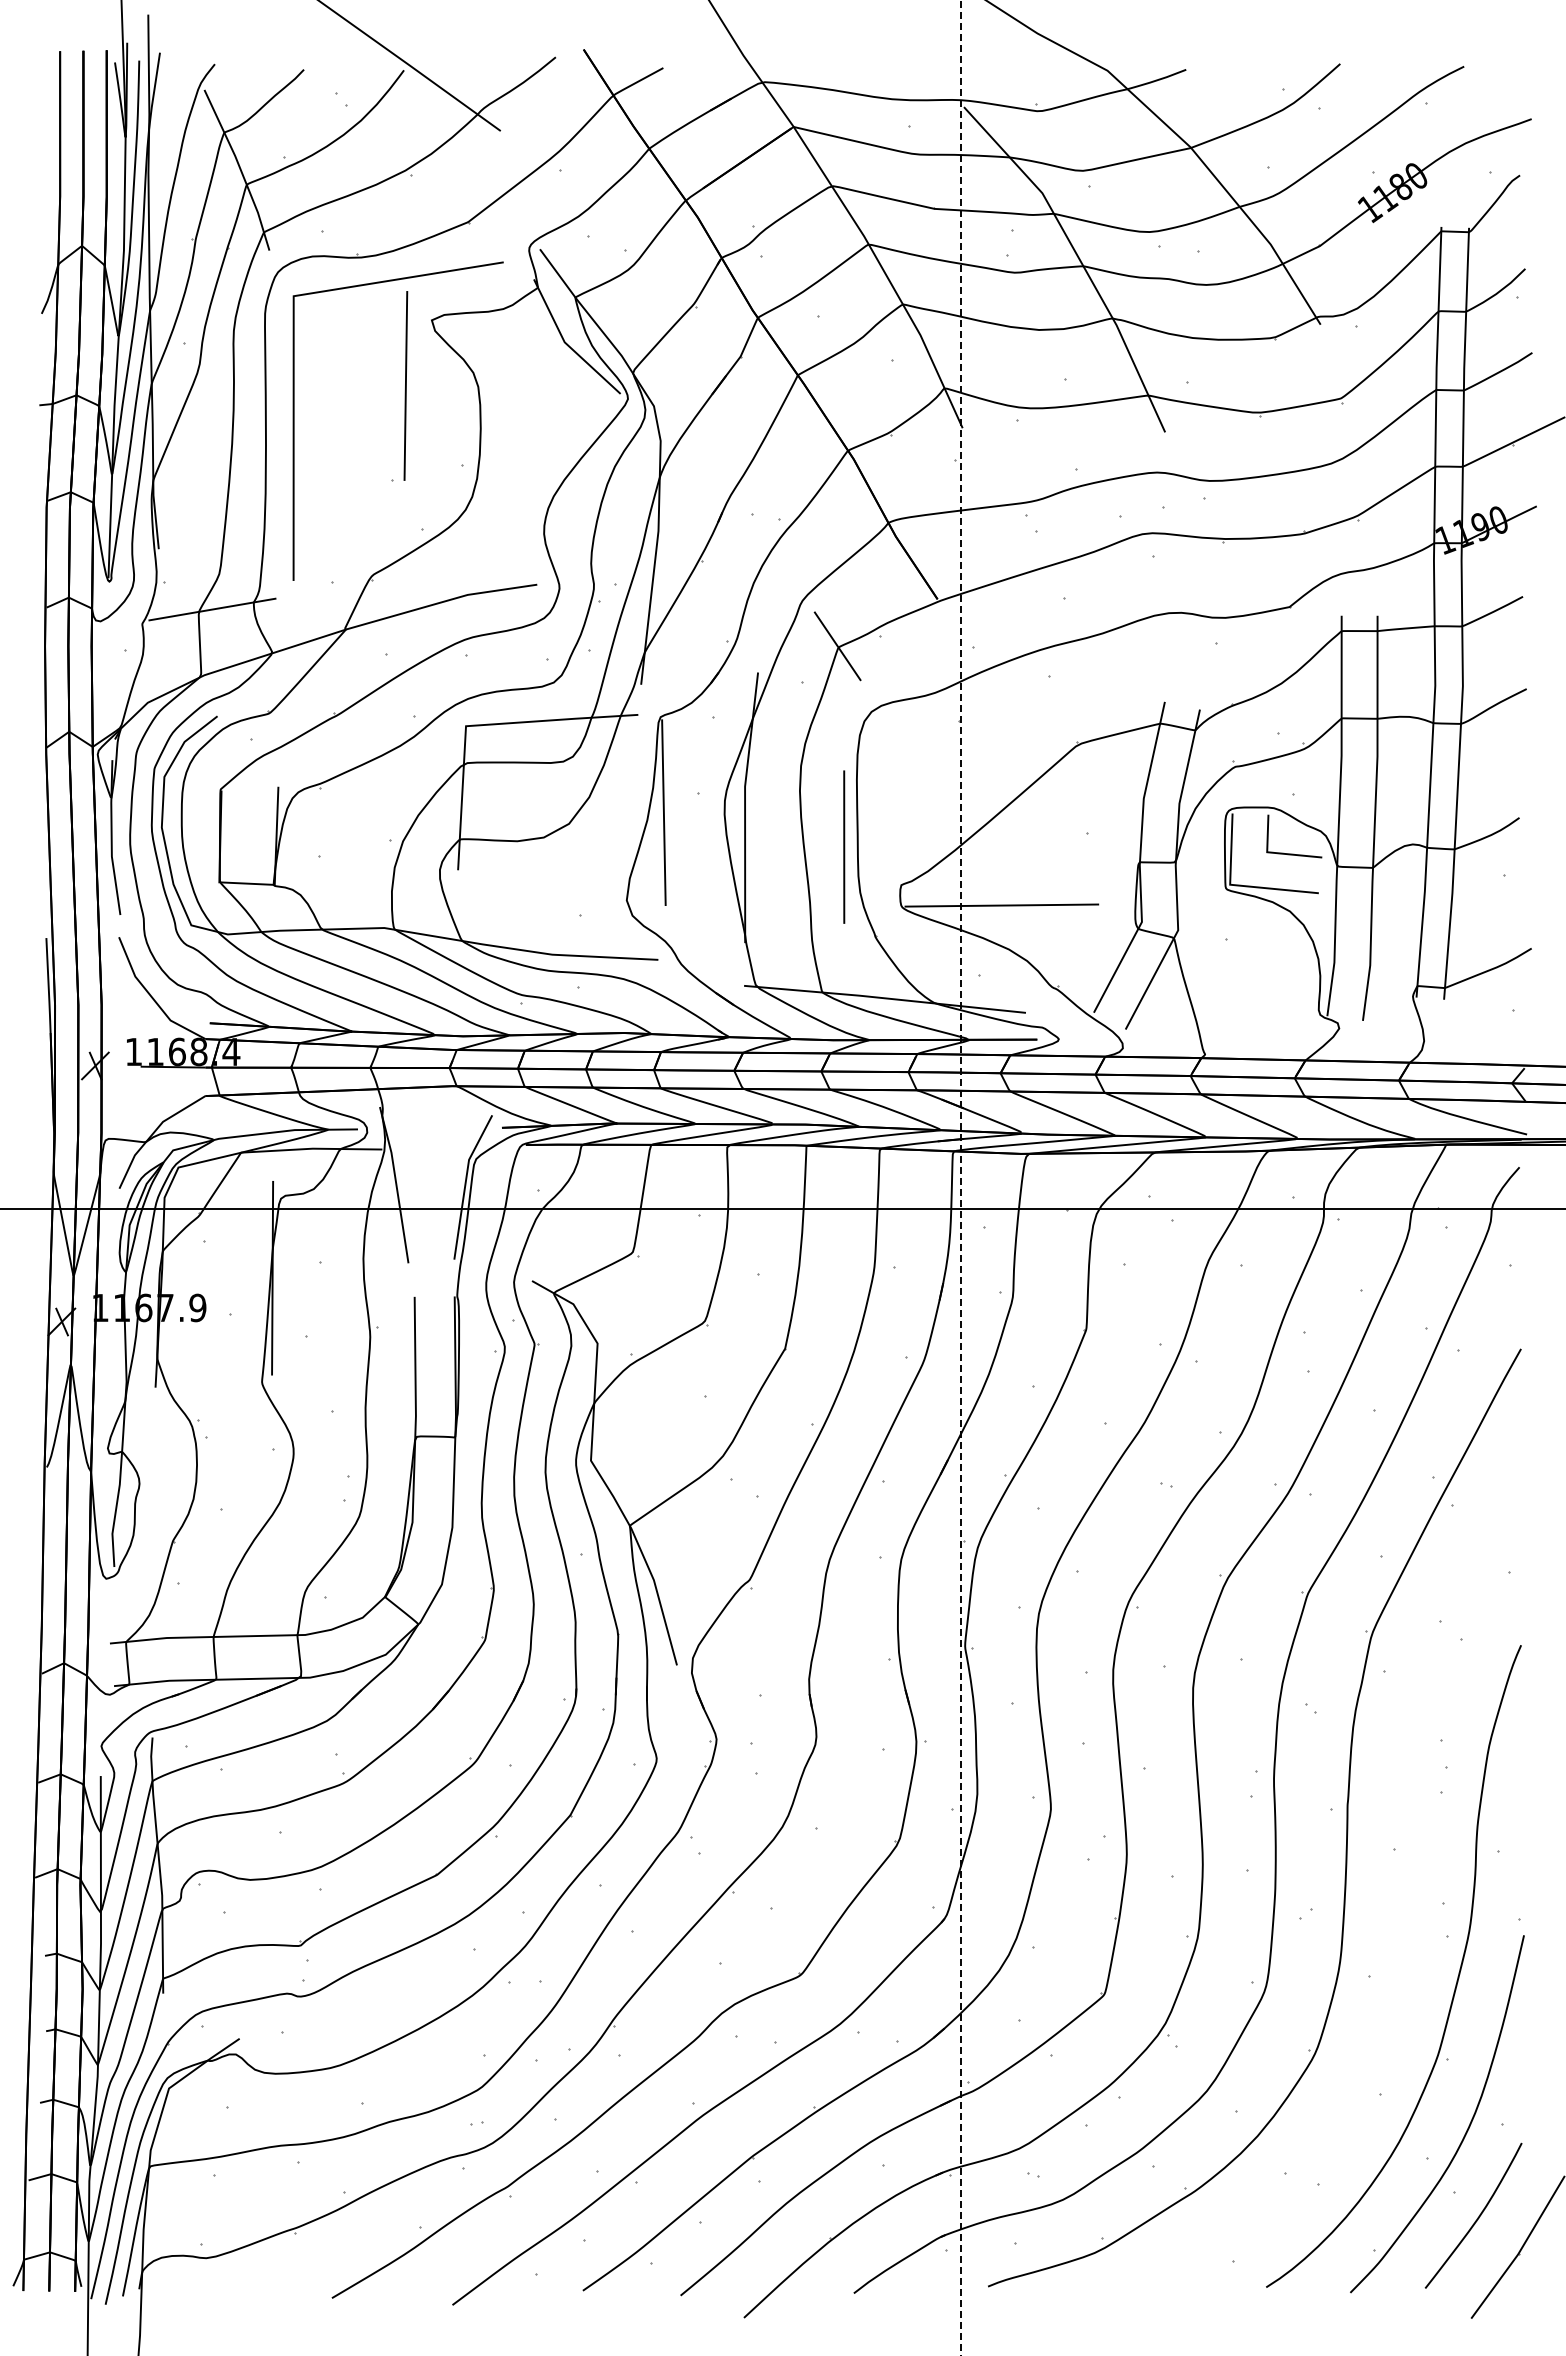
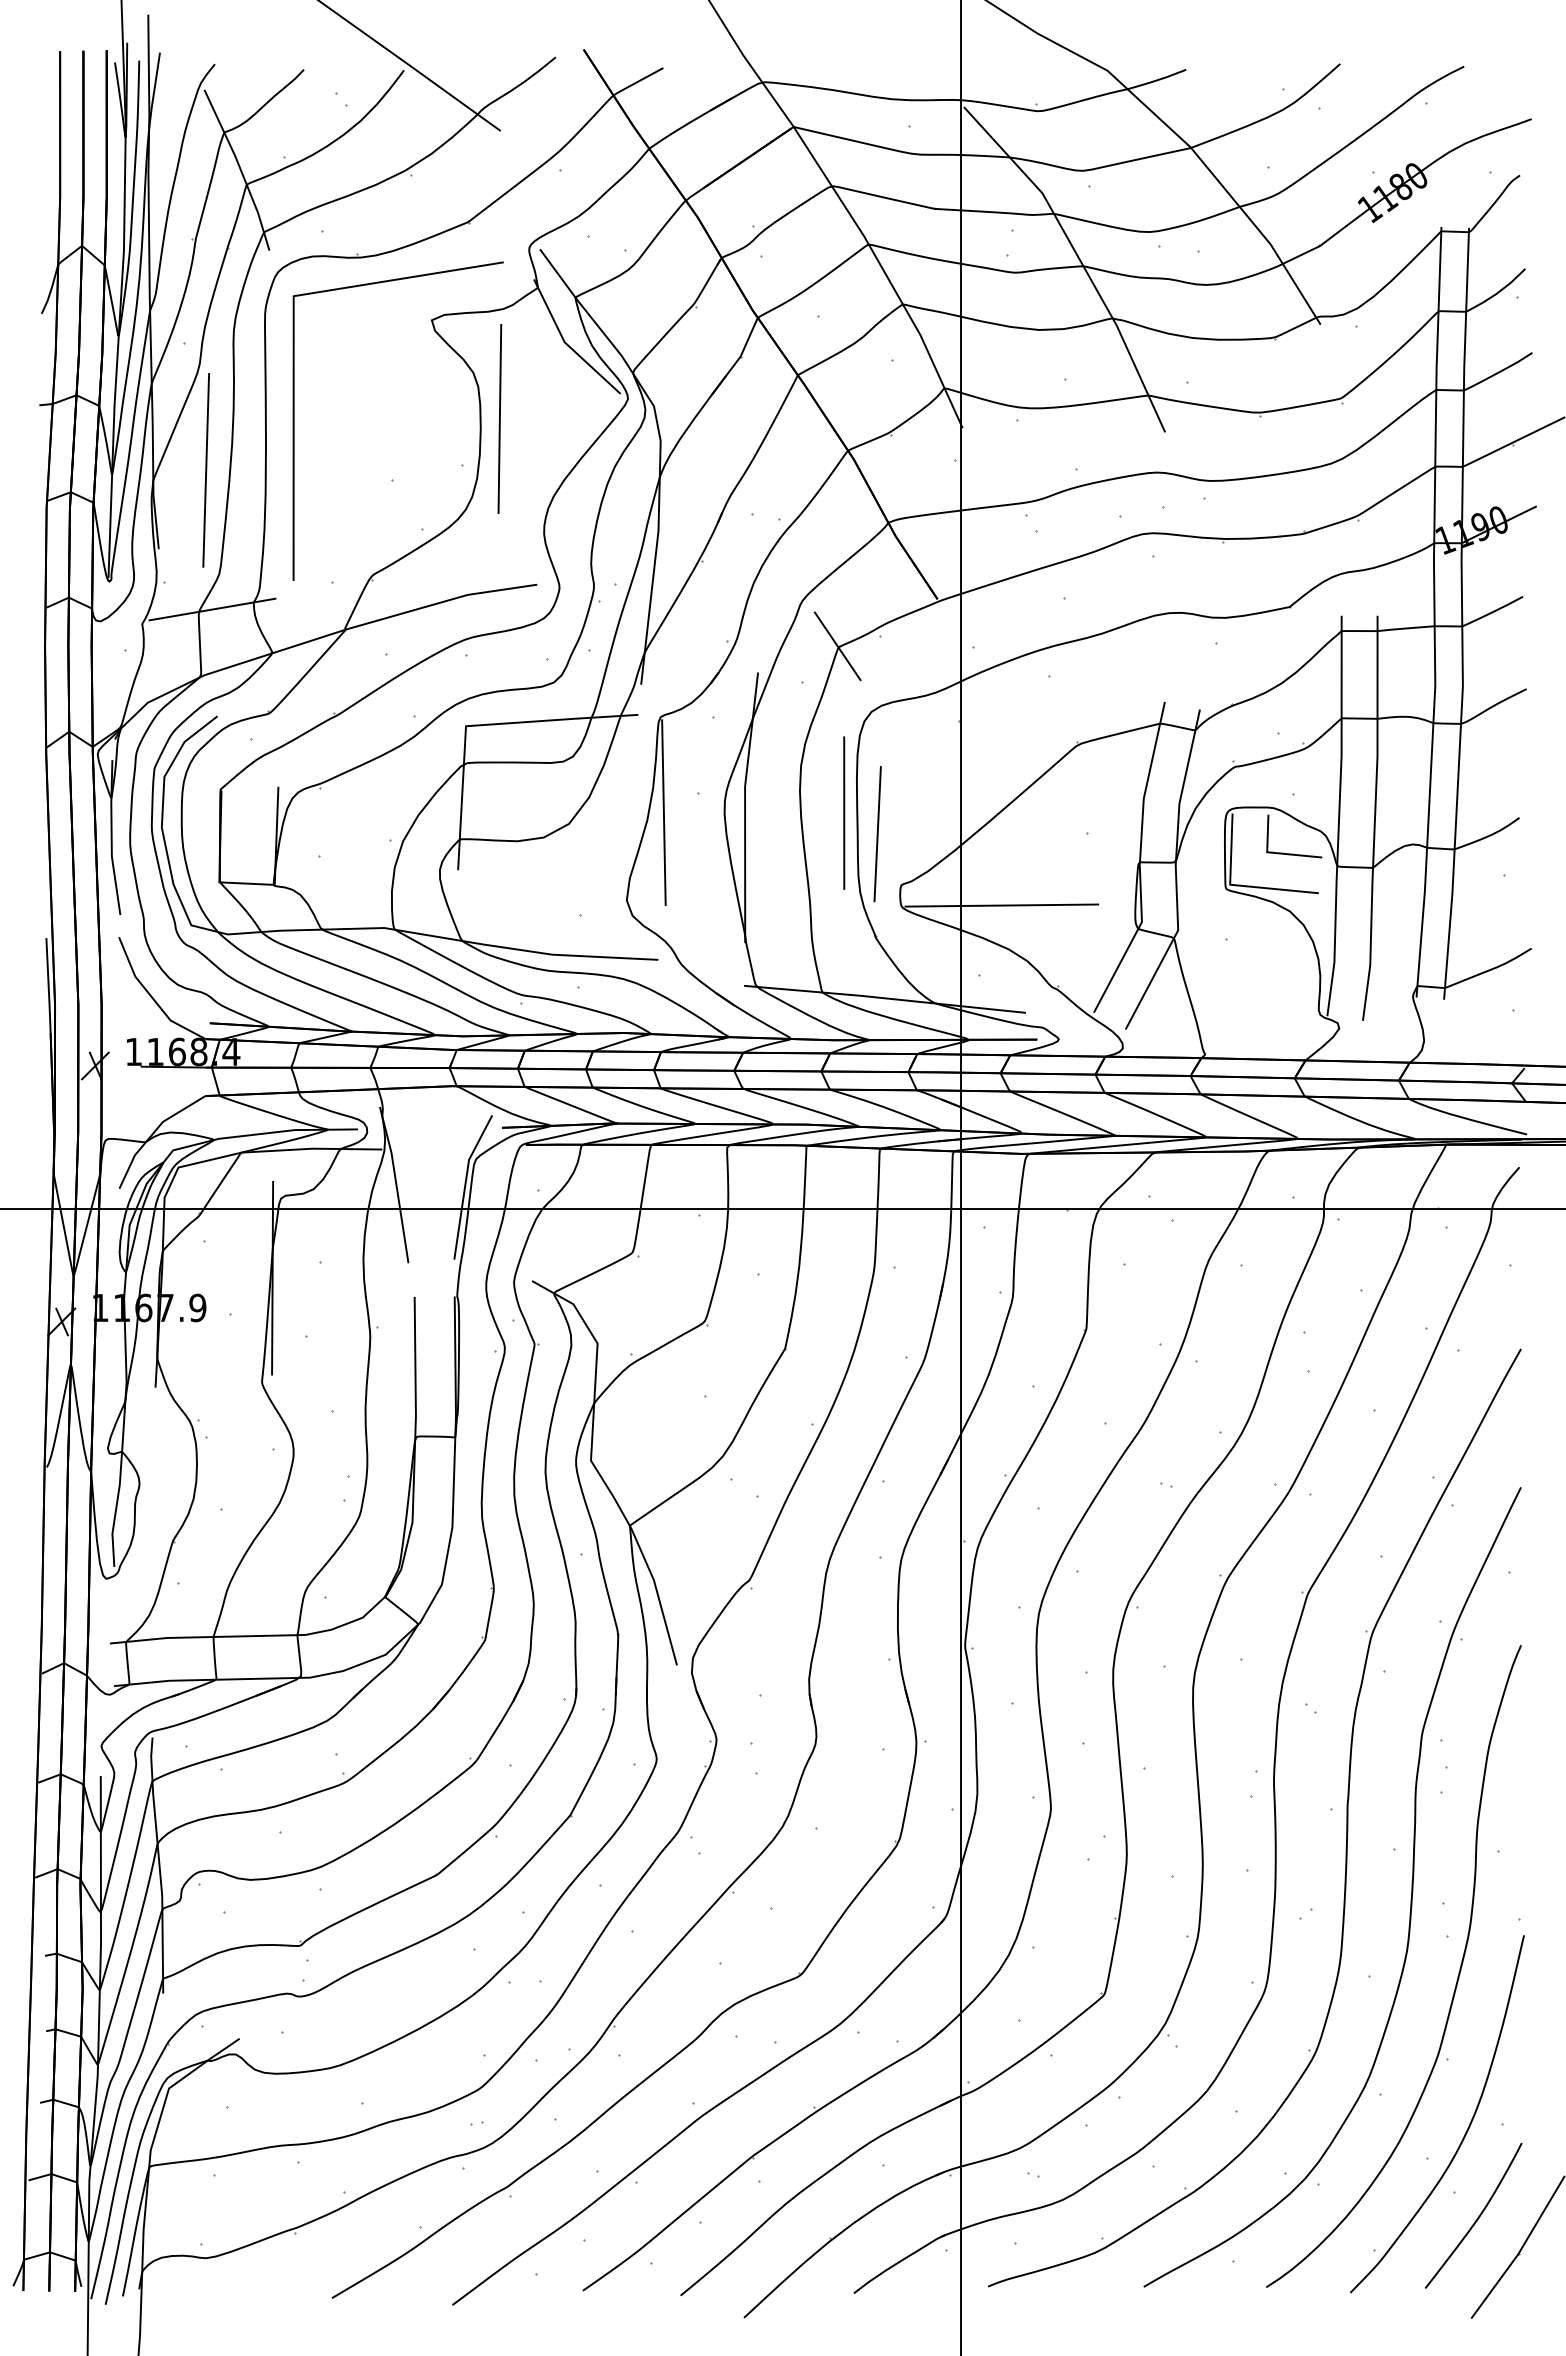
line at (405, 385) position: (405, 385) -> (499, 418)
line at (205, 470): none -> present
line at (877, 834): none -> present
line at (844, 846) position: (844, 846) -> (844, 812)
line at (960, 1176): dashed -> solid
curve at (1410, 1898): none -> present
